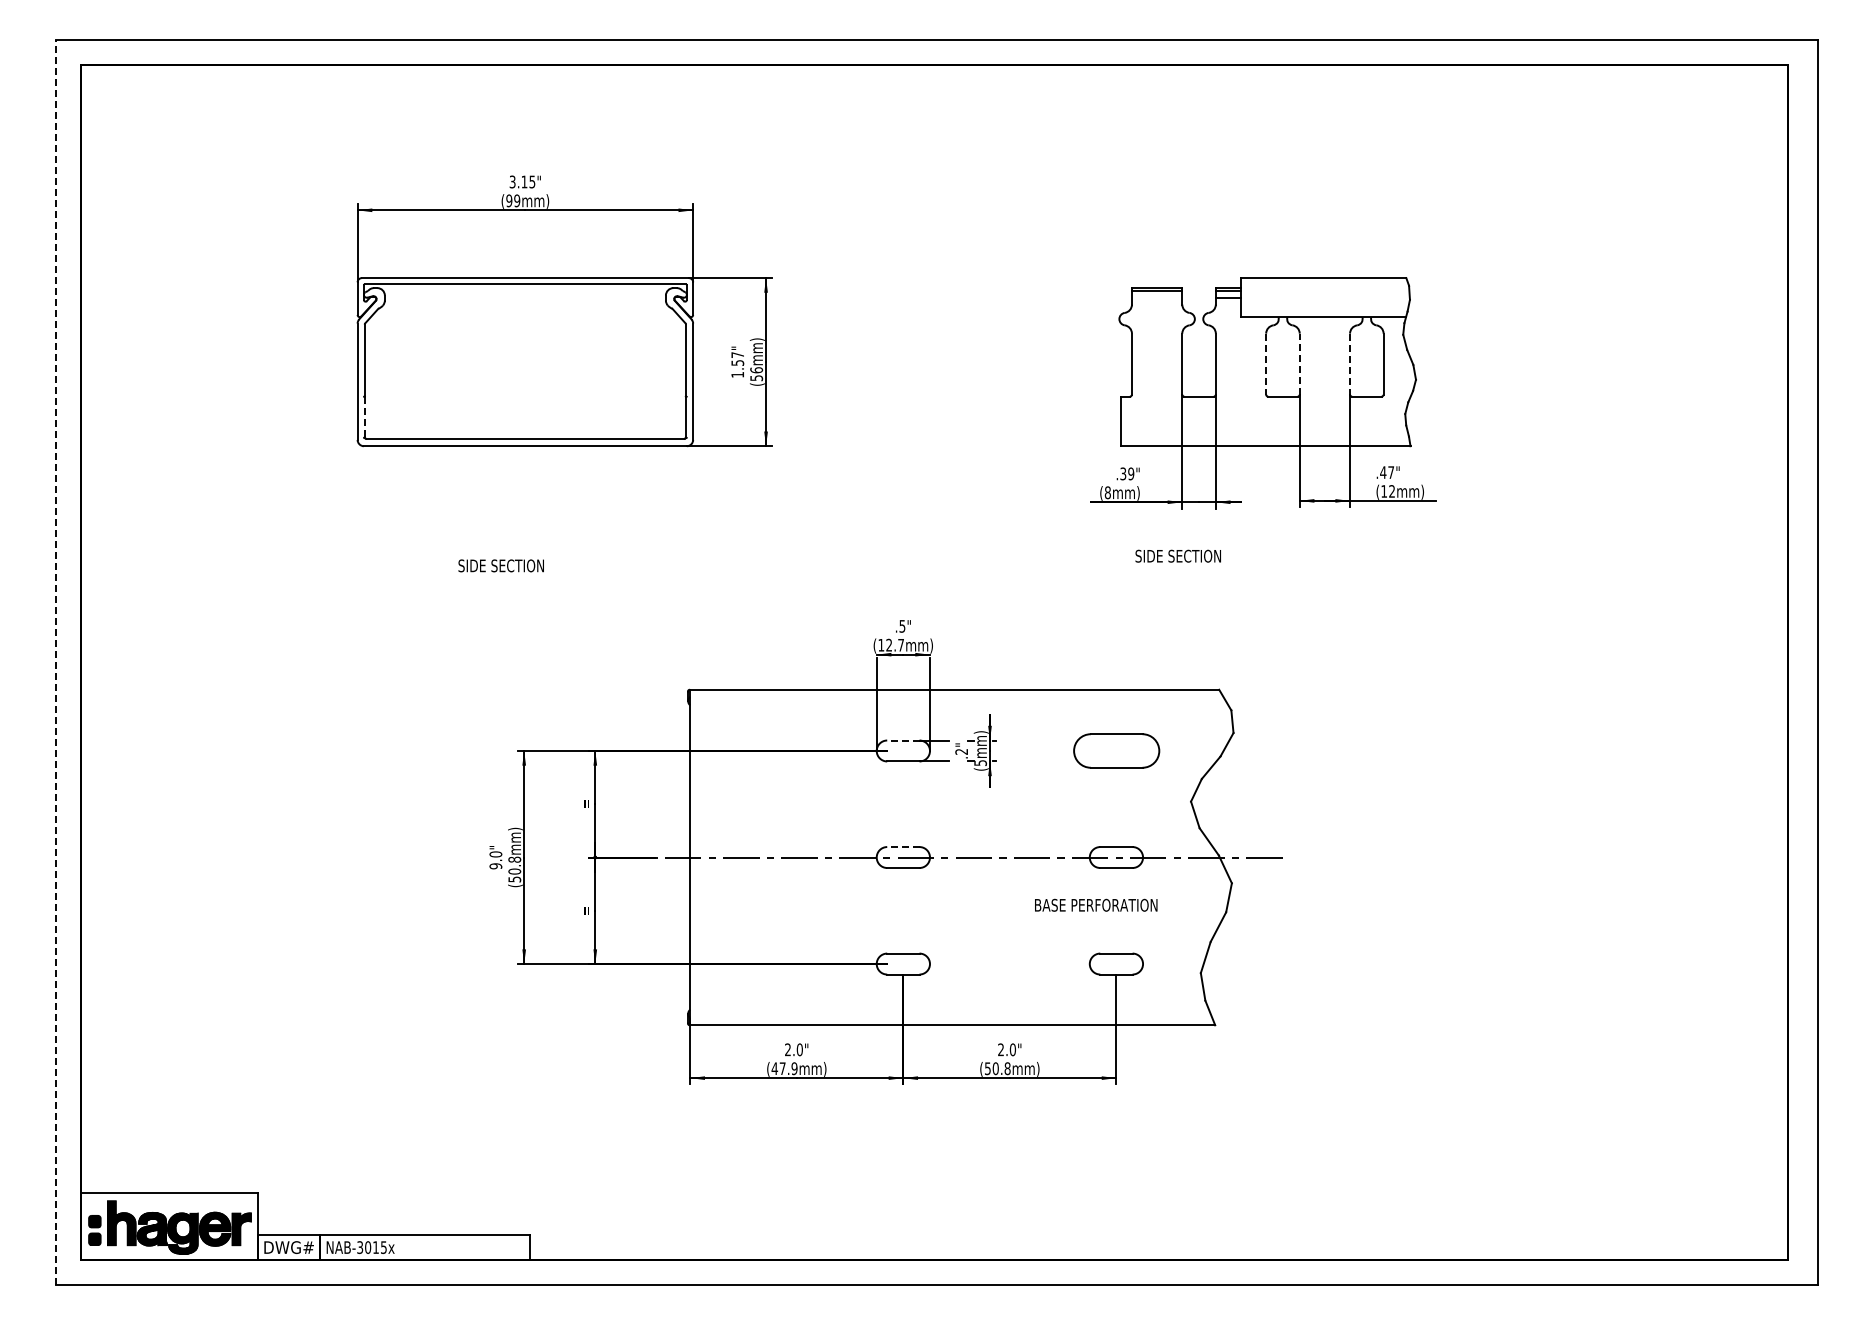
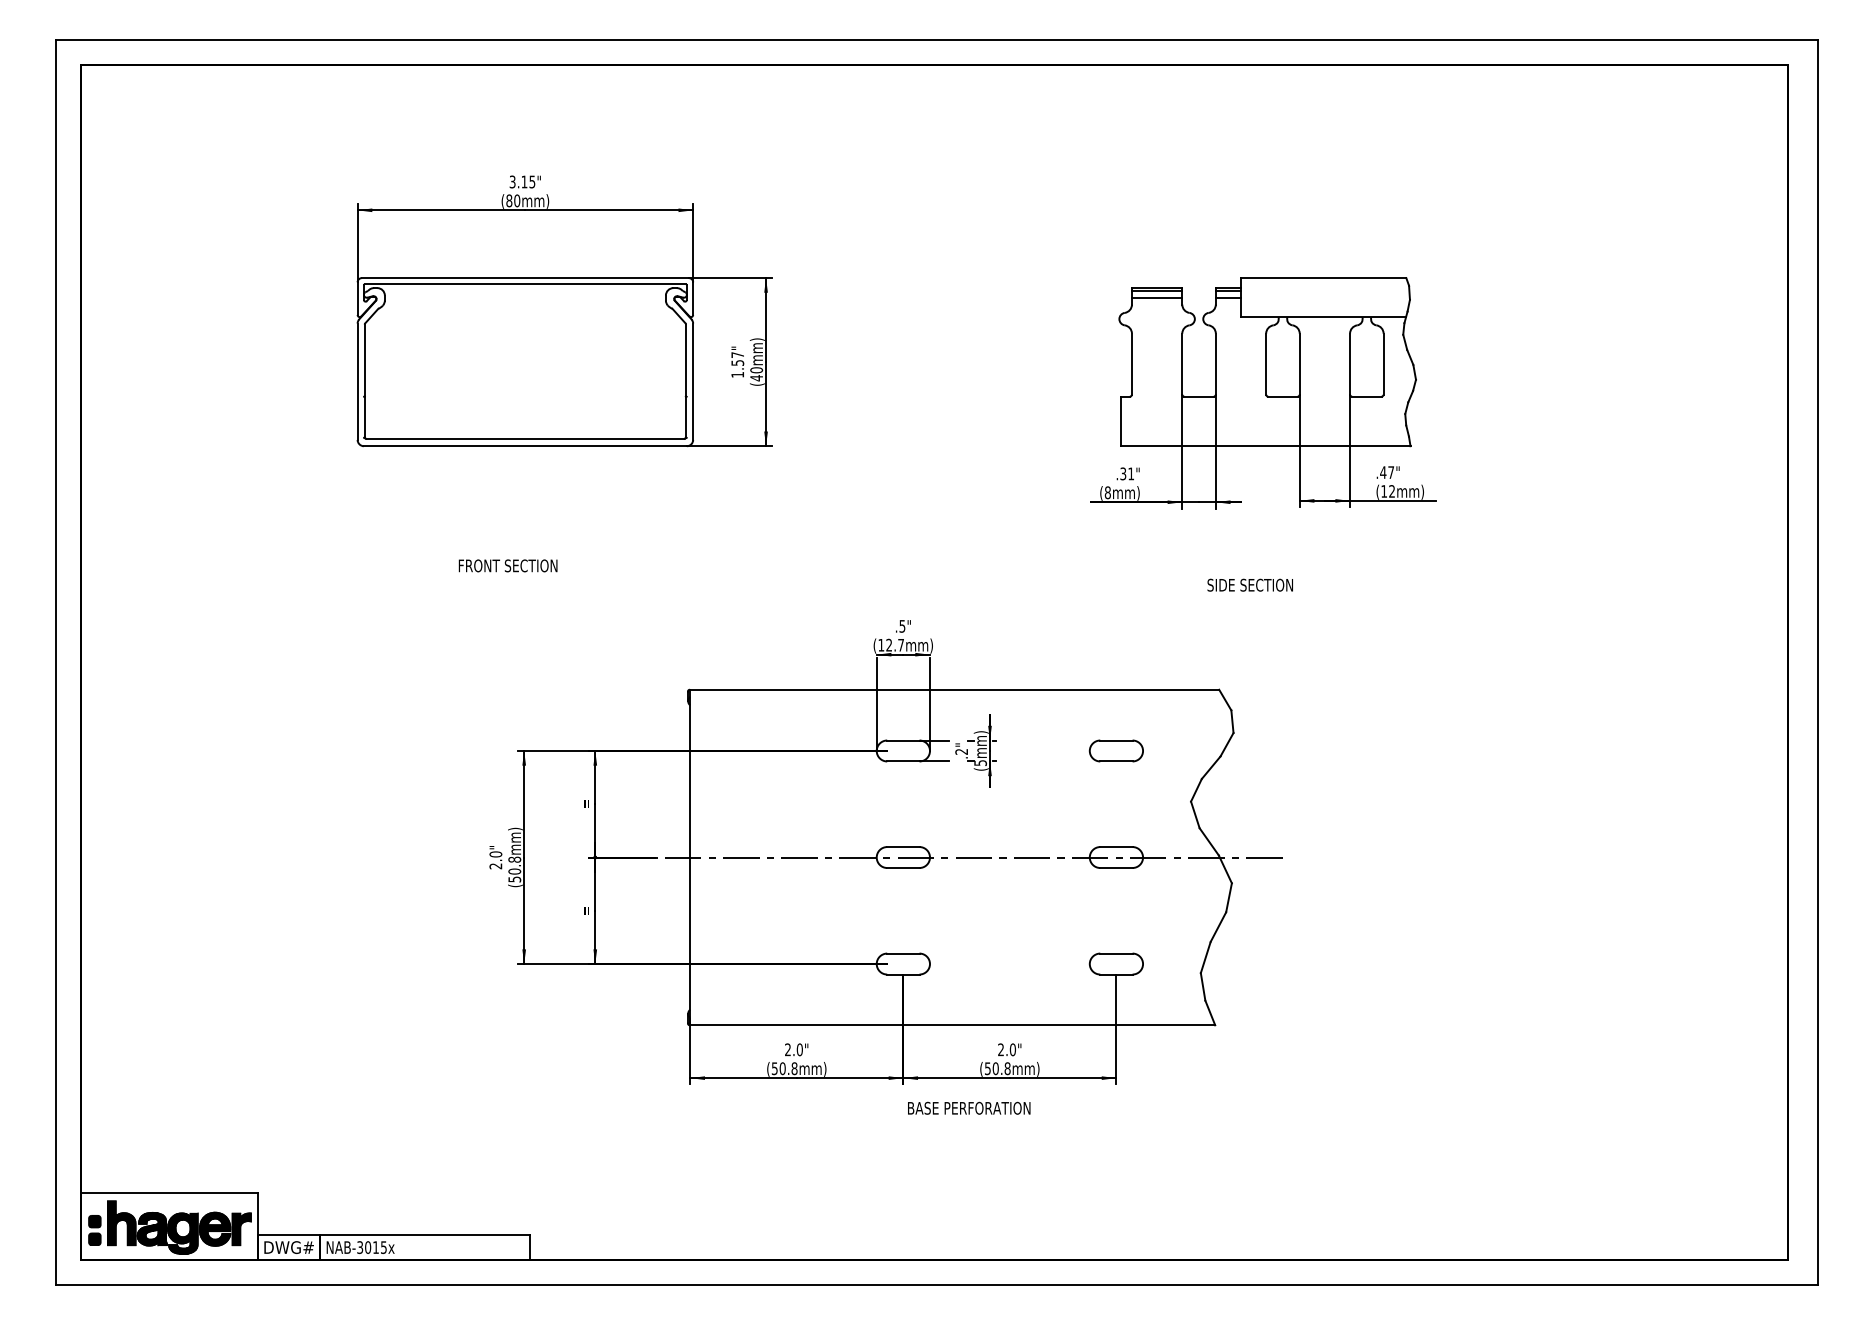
text at (513, 200): (99mm) -> (80mm)
line at (1156, 297): none -> present
line at (1299, 363): dashed -> solid
line at (1266, 364): dashed -> solid
line at (1350, 364): dashed -> solid
text at (756, 374): (56mm) -> (40mm)
line at (364, 417): dashed -> solid
text at (1131, 473): .39" -> .31"
text at (1177, 555) position: (1177, 555) -> (1249, 584)
text at (507, 565): SIDE SECTION -> FRONT SECTION
line at (56, 662): dashed -> solid
line at (902, 740): dashed -> solid
part at (1116, 750) size: 88x36 px -> 56x24 px
line at (902, 847): dashed -> solid
text at (495, 866): 9.0" -> 2.0"
text at (1096, 904) position: (1096, 904) -> (969, 1107)
text at (784, 1068): (47.9mm) -> (50.8mm)
